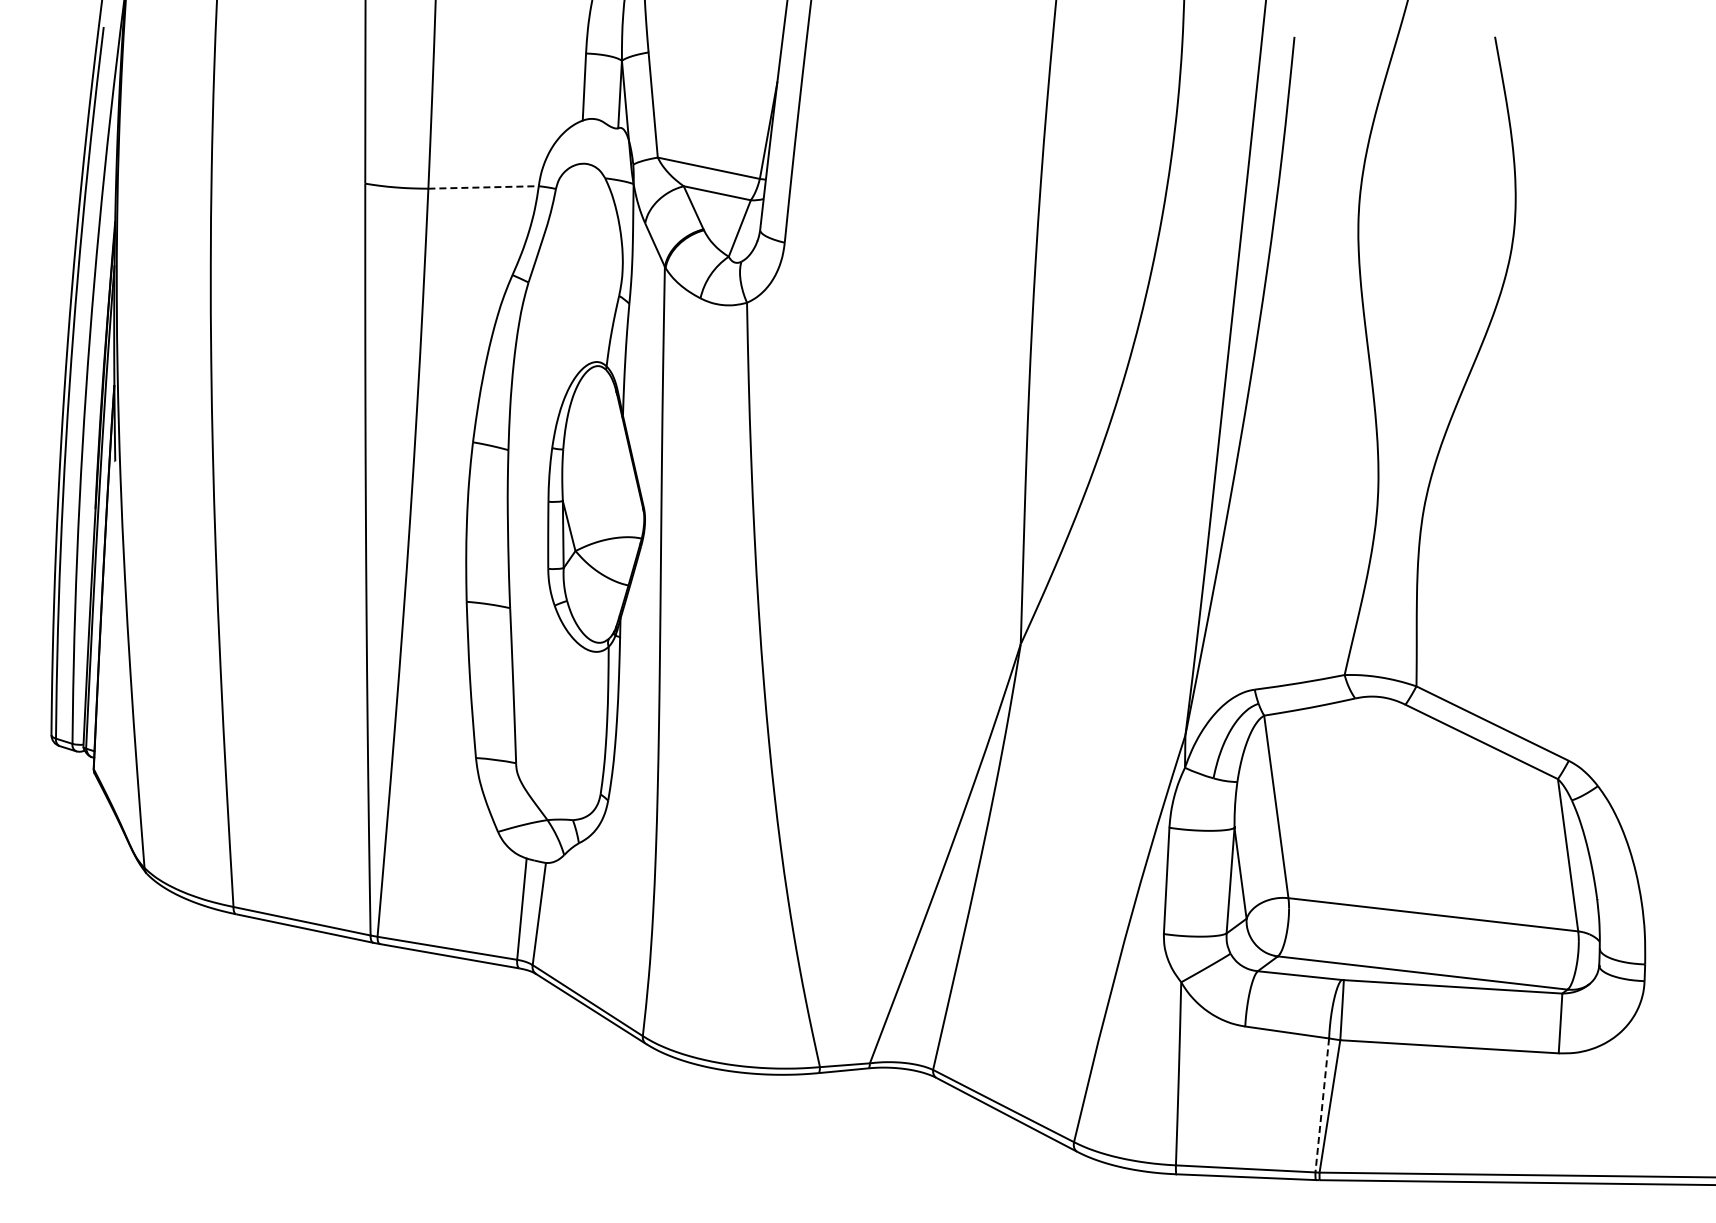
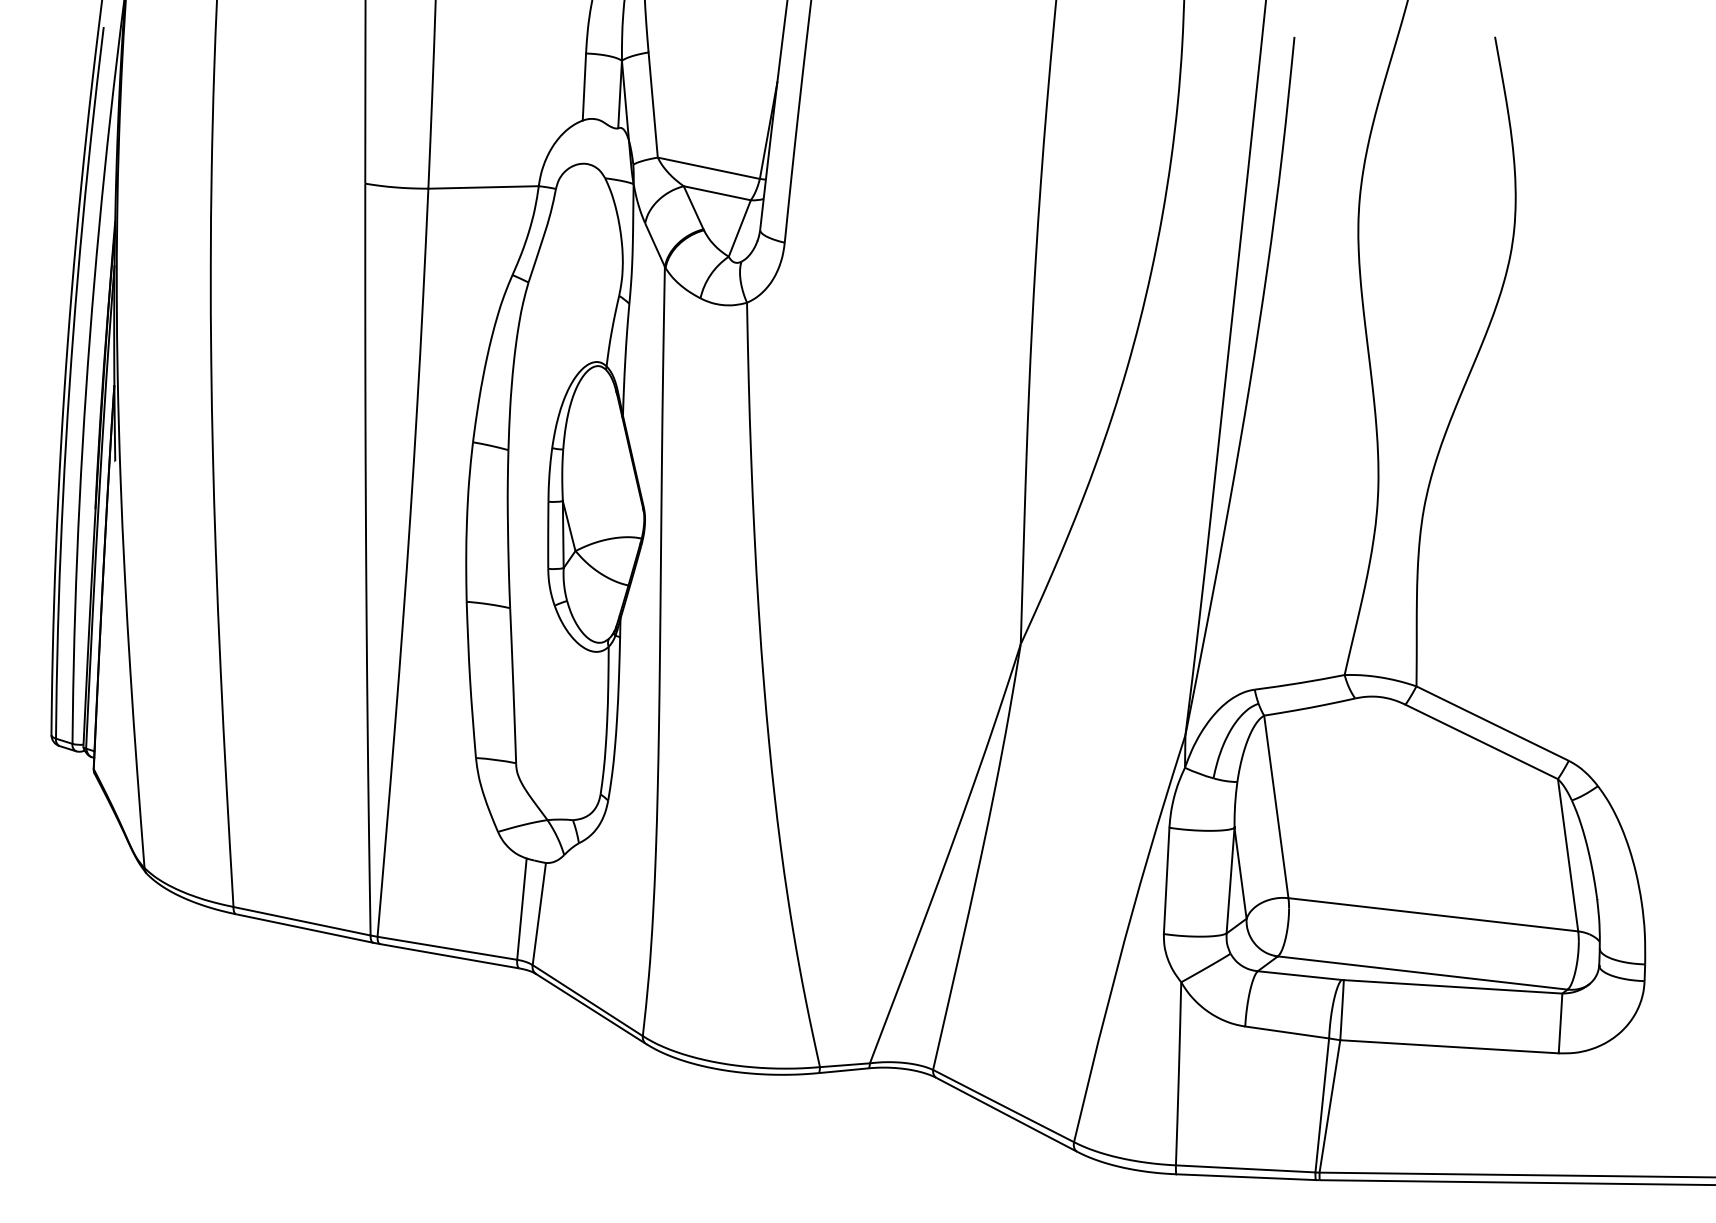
line at (484, 187): dashed -> solid
line at (1322, 1105): dashed -> solid
